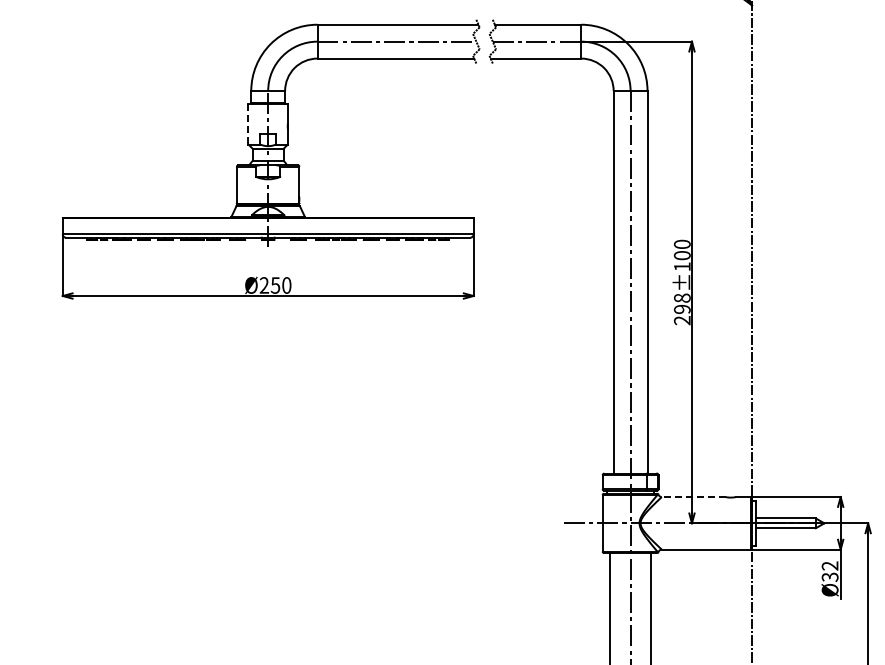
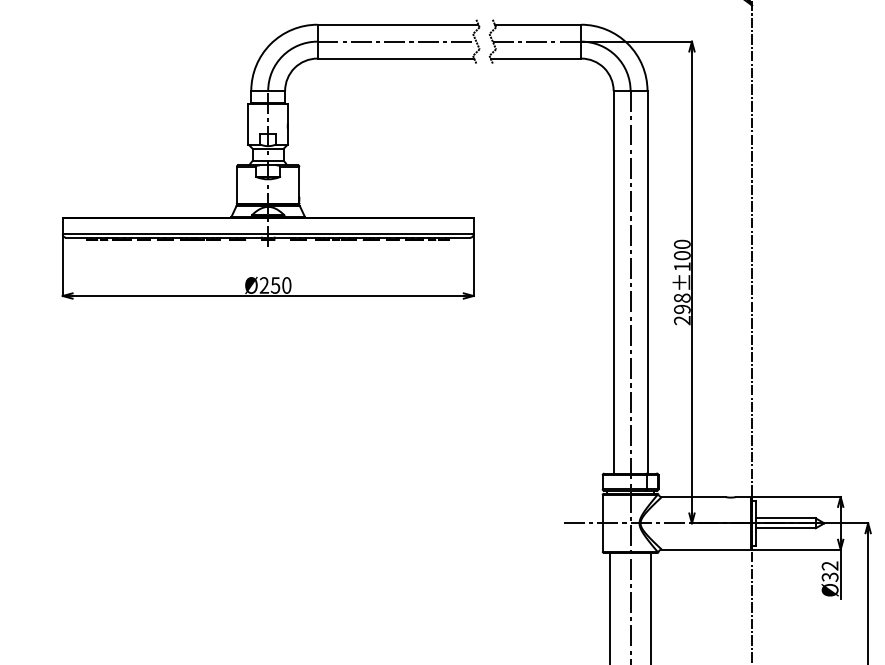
line at (248, 124): dashed -> solid
line at (693, 497): dashed -> solid
